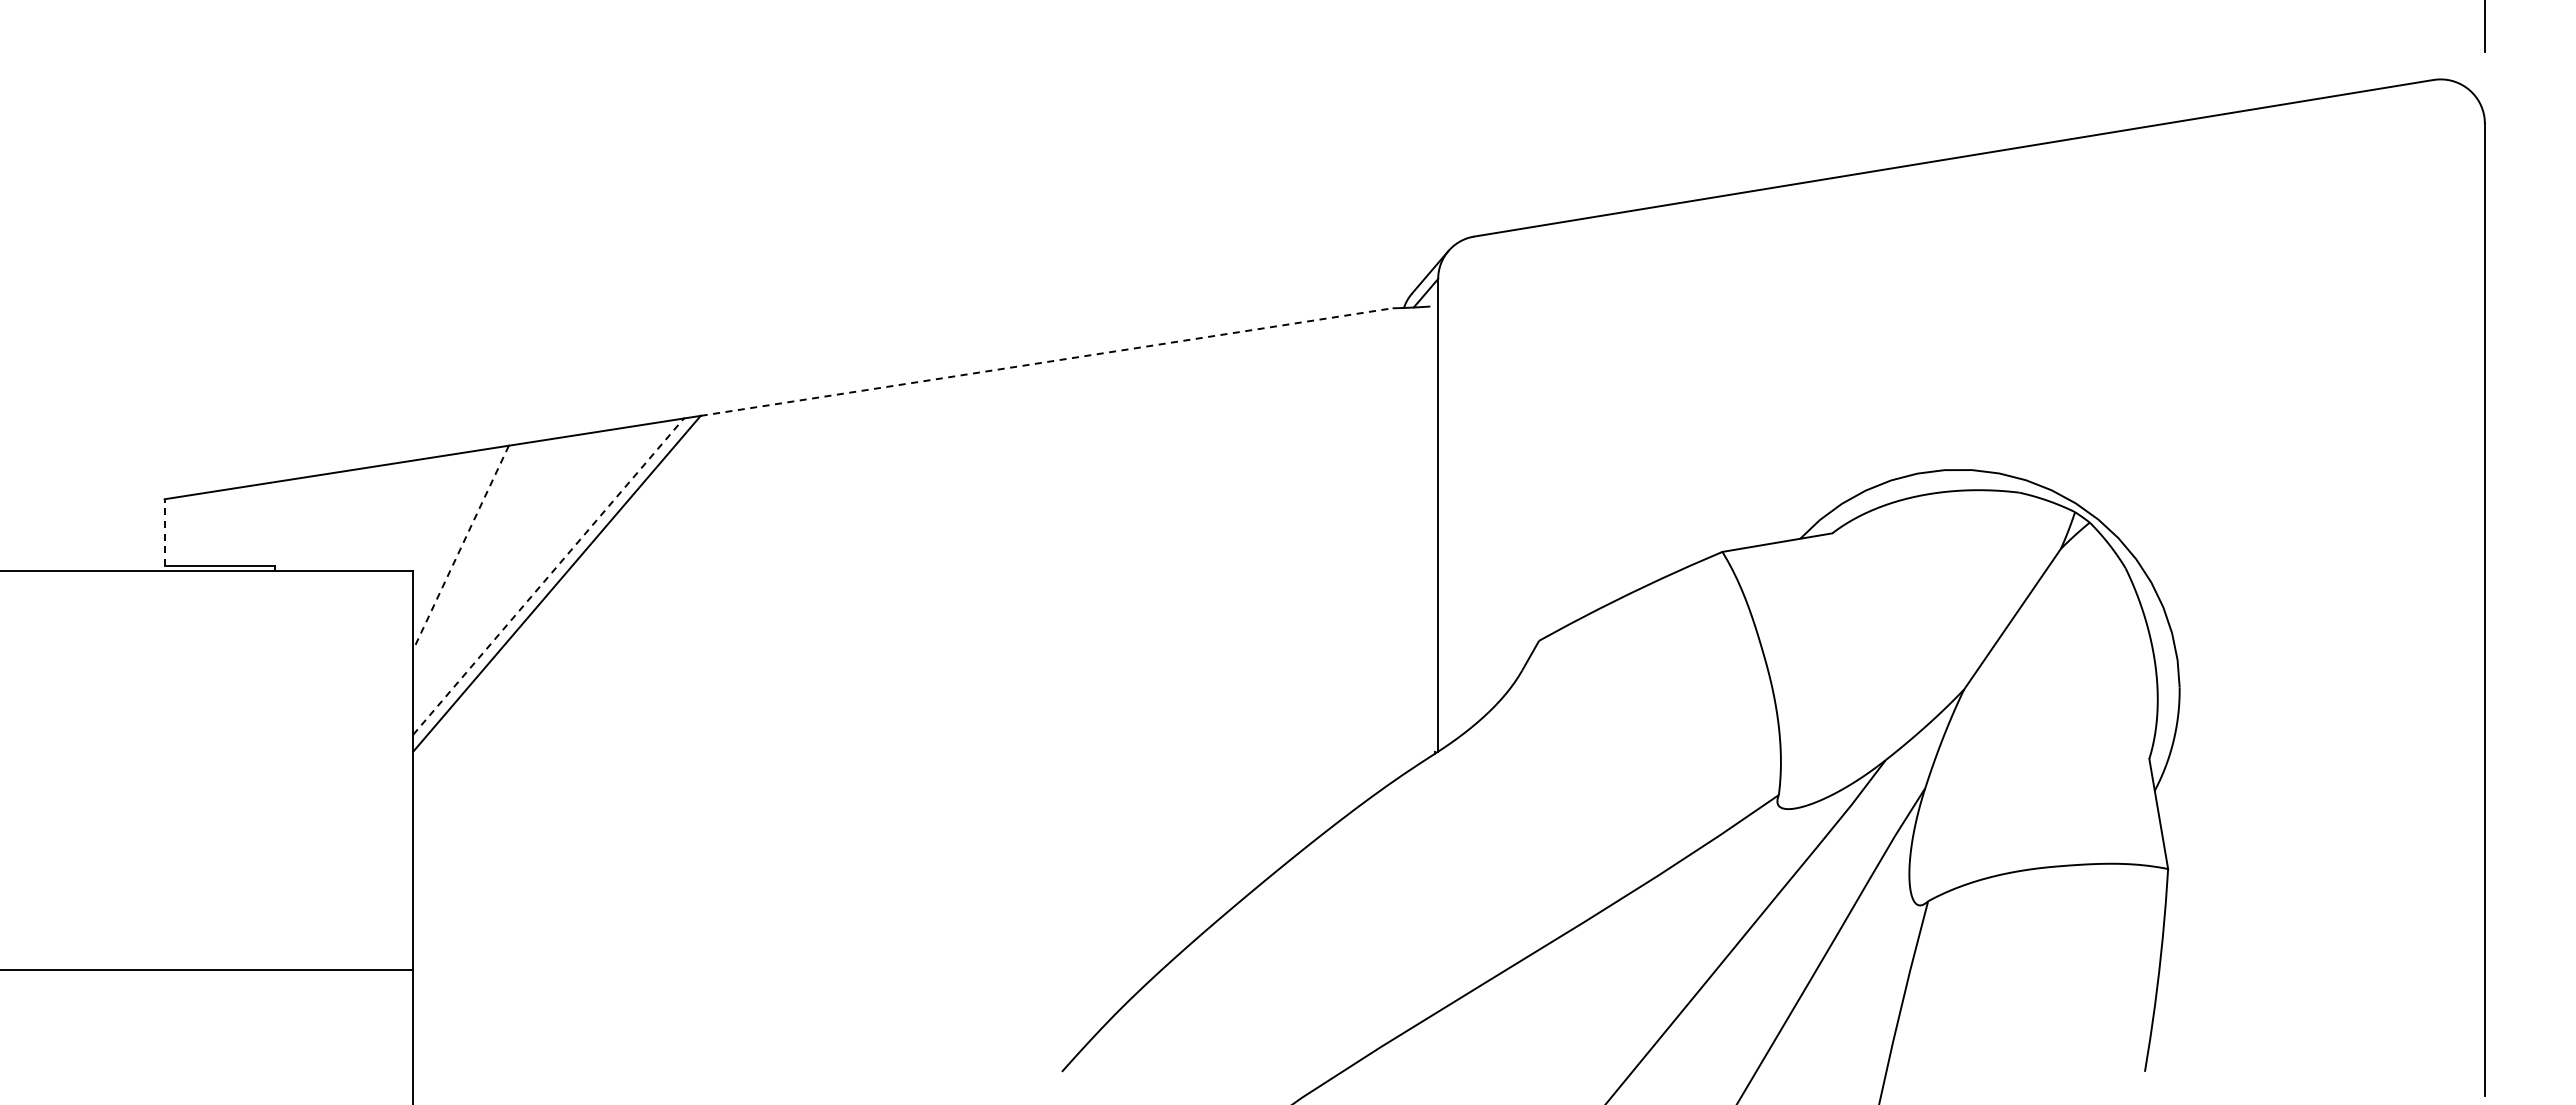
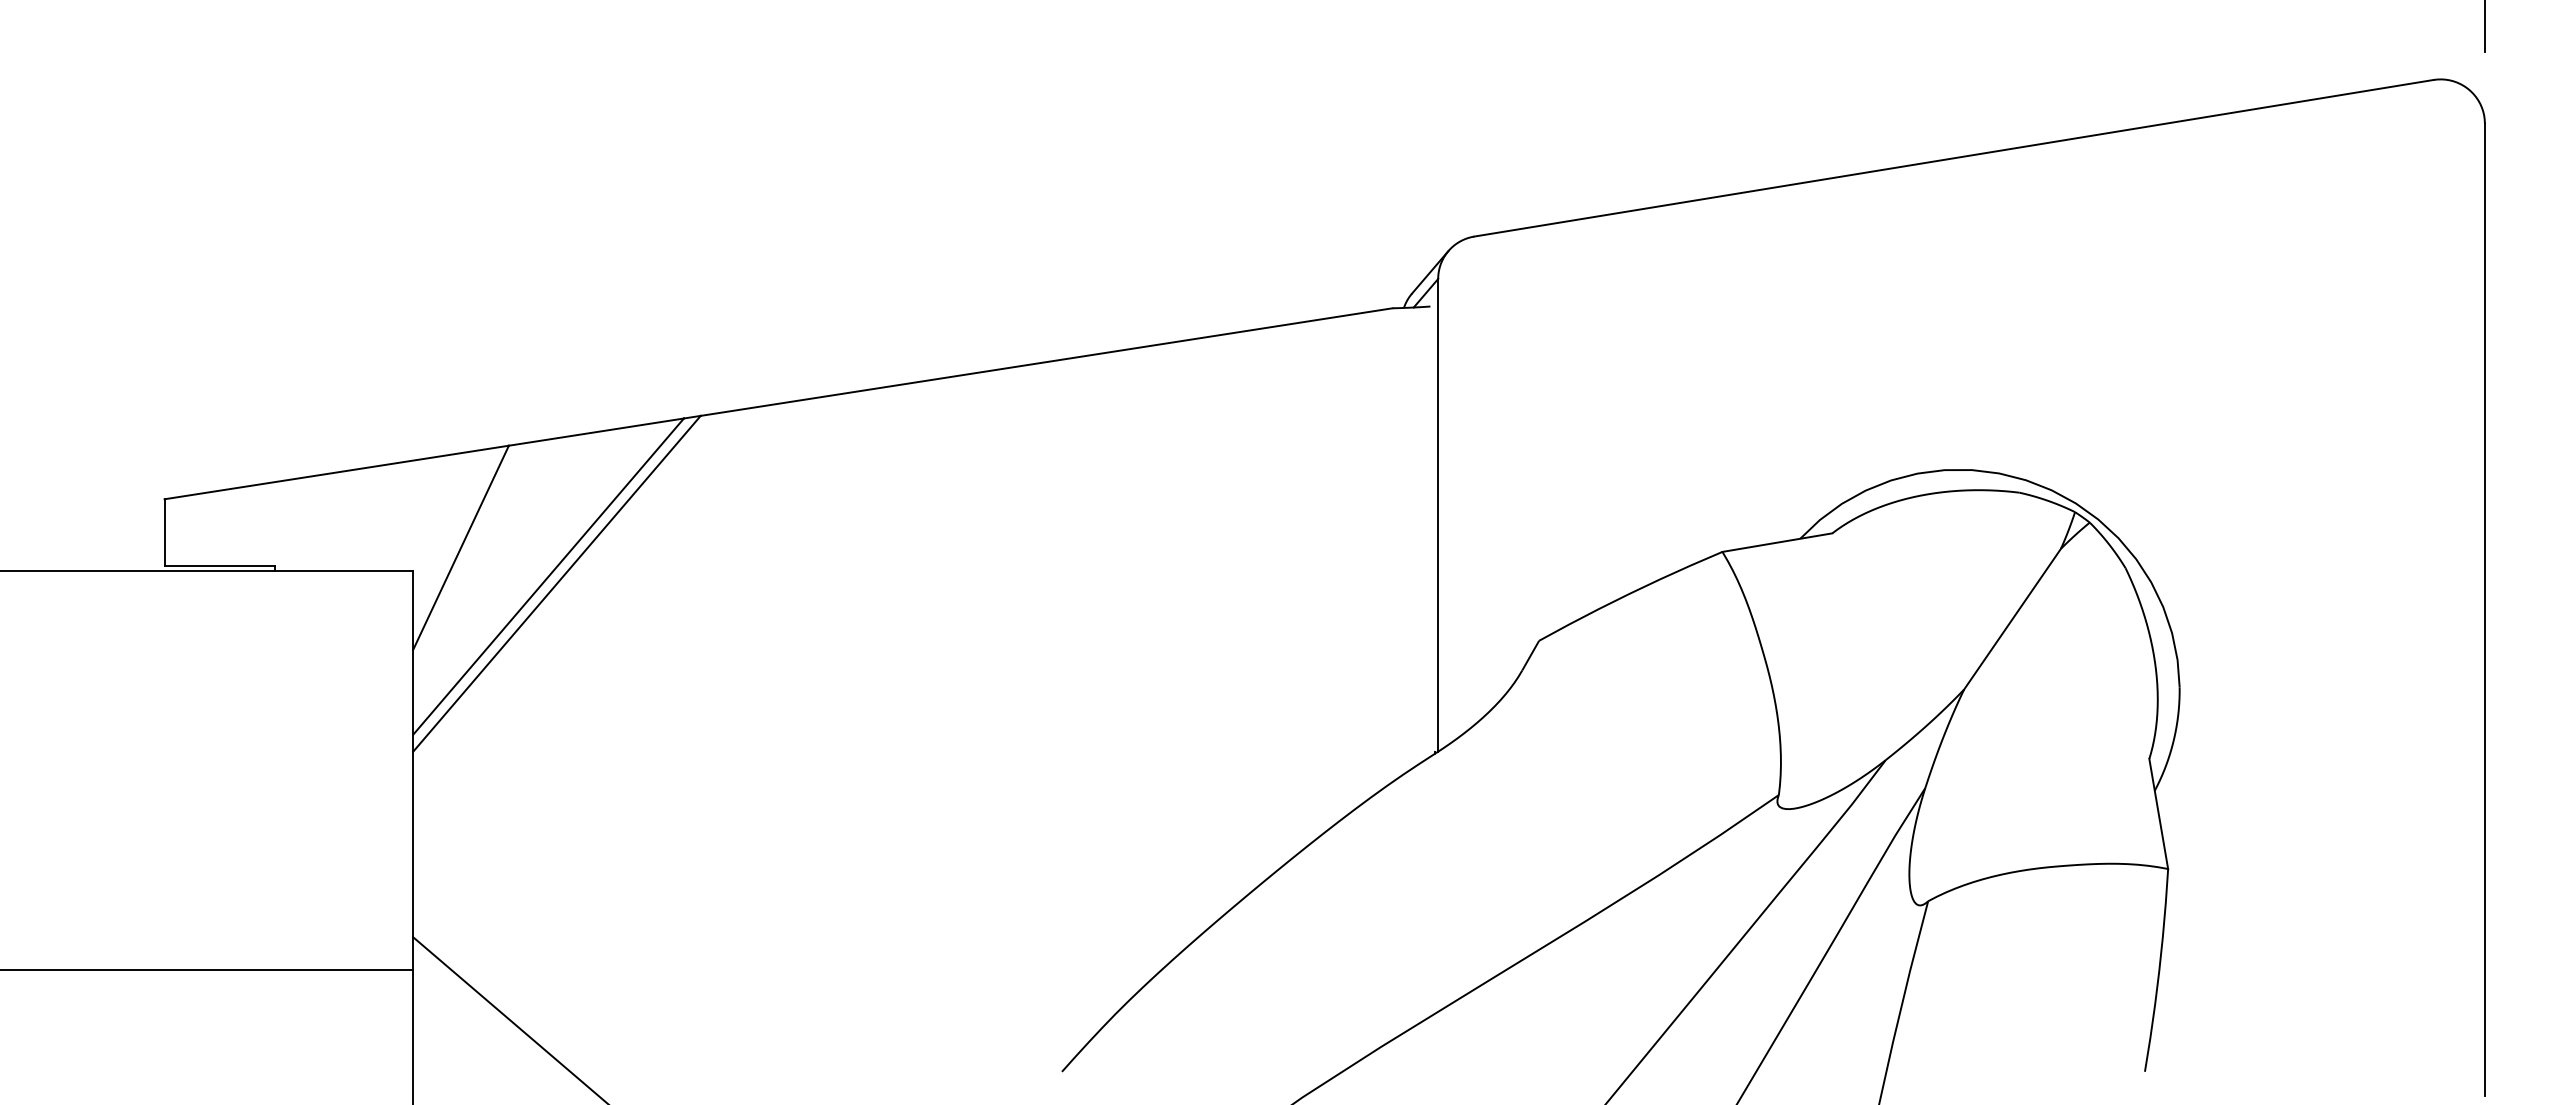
line at (1047, 362): dashed -> solid
line at (164, 531): dashed -> solid
line at (461, 547): dashed -> solid
line at (548, 576): dashed -> solid
line at (509, 1019): none -> present
